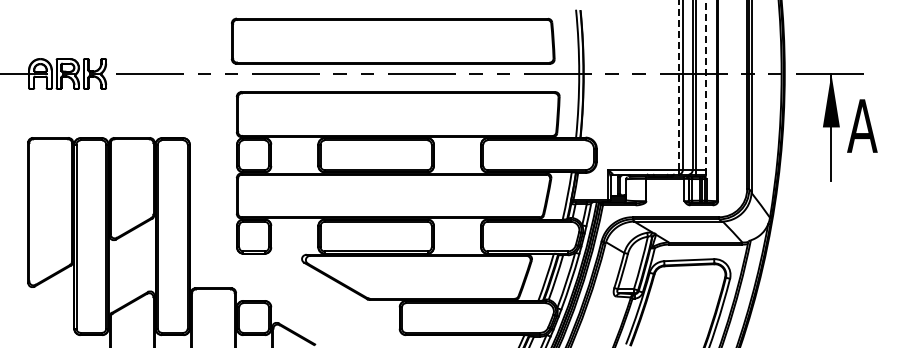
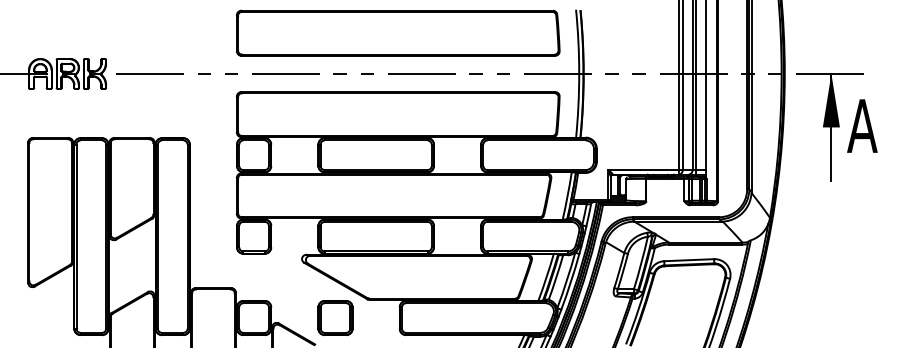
part at (392, 40) position: (392, 40) -> (397, 32)
line at (678, 85): dashed -> solid
line at (706, 89): dashed -> solid
part at (335, 317): none -> present
